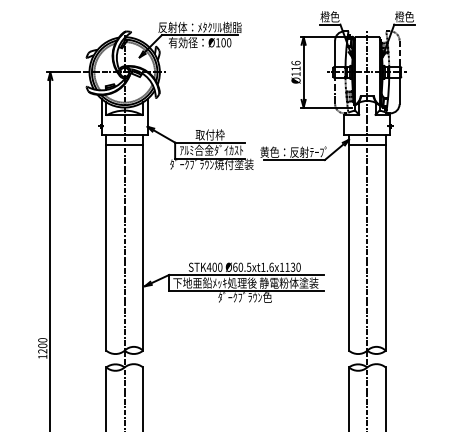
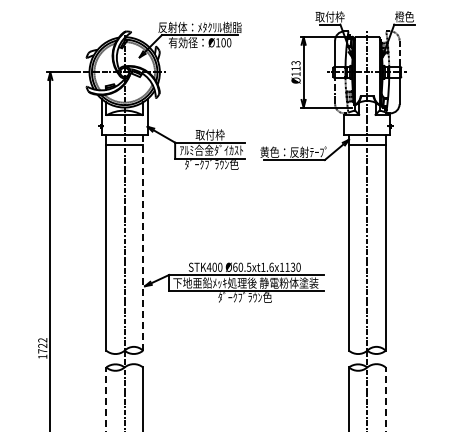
text at (329, 16): 橙色 -> 取付枠
text at (295, 62): Ø116 -> Ø113
text at (211, 164): ﾀﾞｰｸﾌﾞﾗｳﾝ焼付塗装 -> ﾀﾞｰｸﾌﾞﾗｳﾝ色
line at (143, 243): solid -> dashed
text at (42, 345): 1200 -> 1722
line at (106, 399): solid -> dashed
line at (385, 399): solid -> dashed
